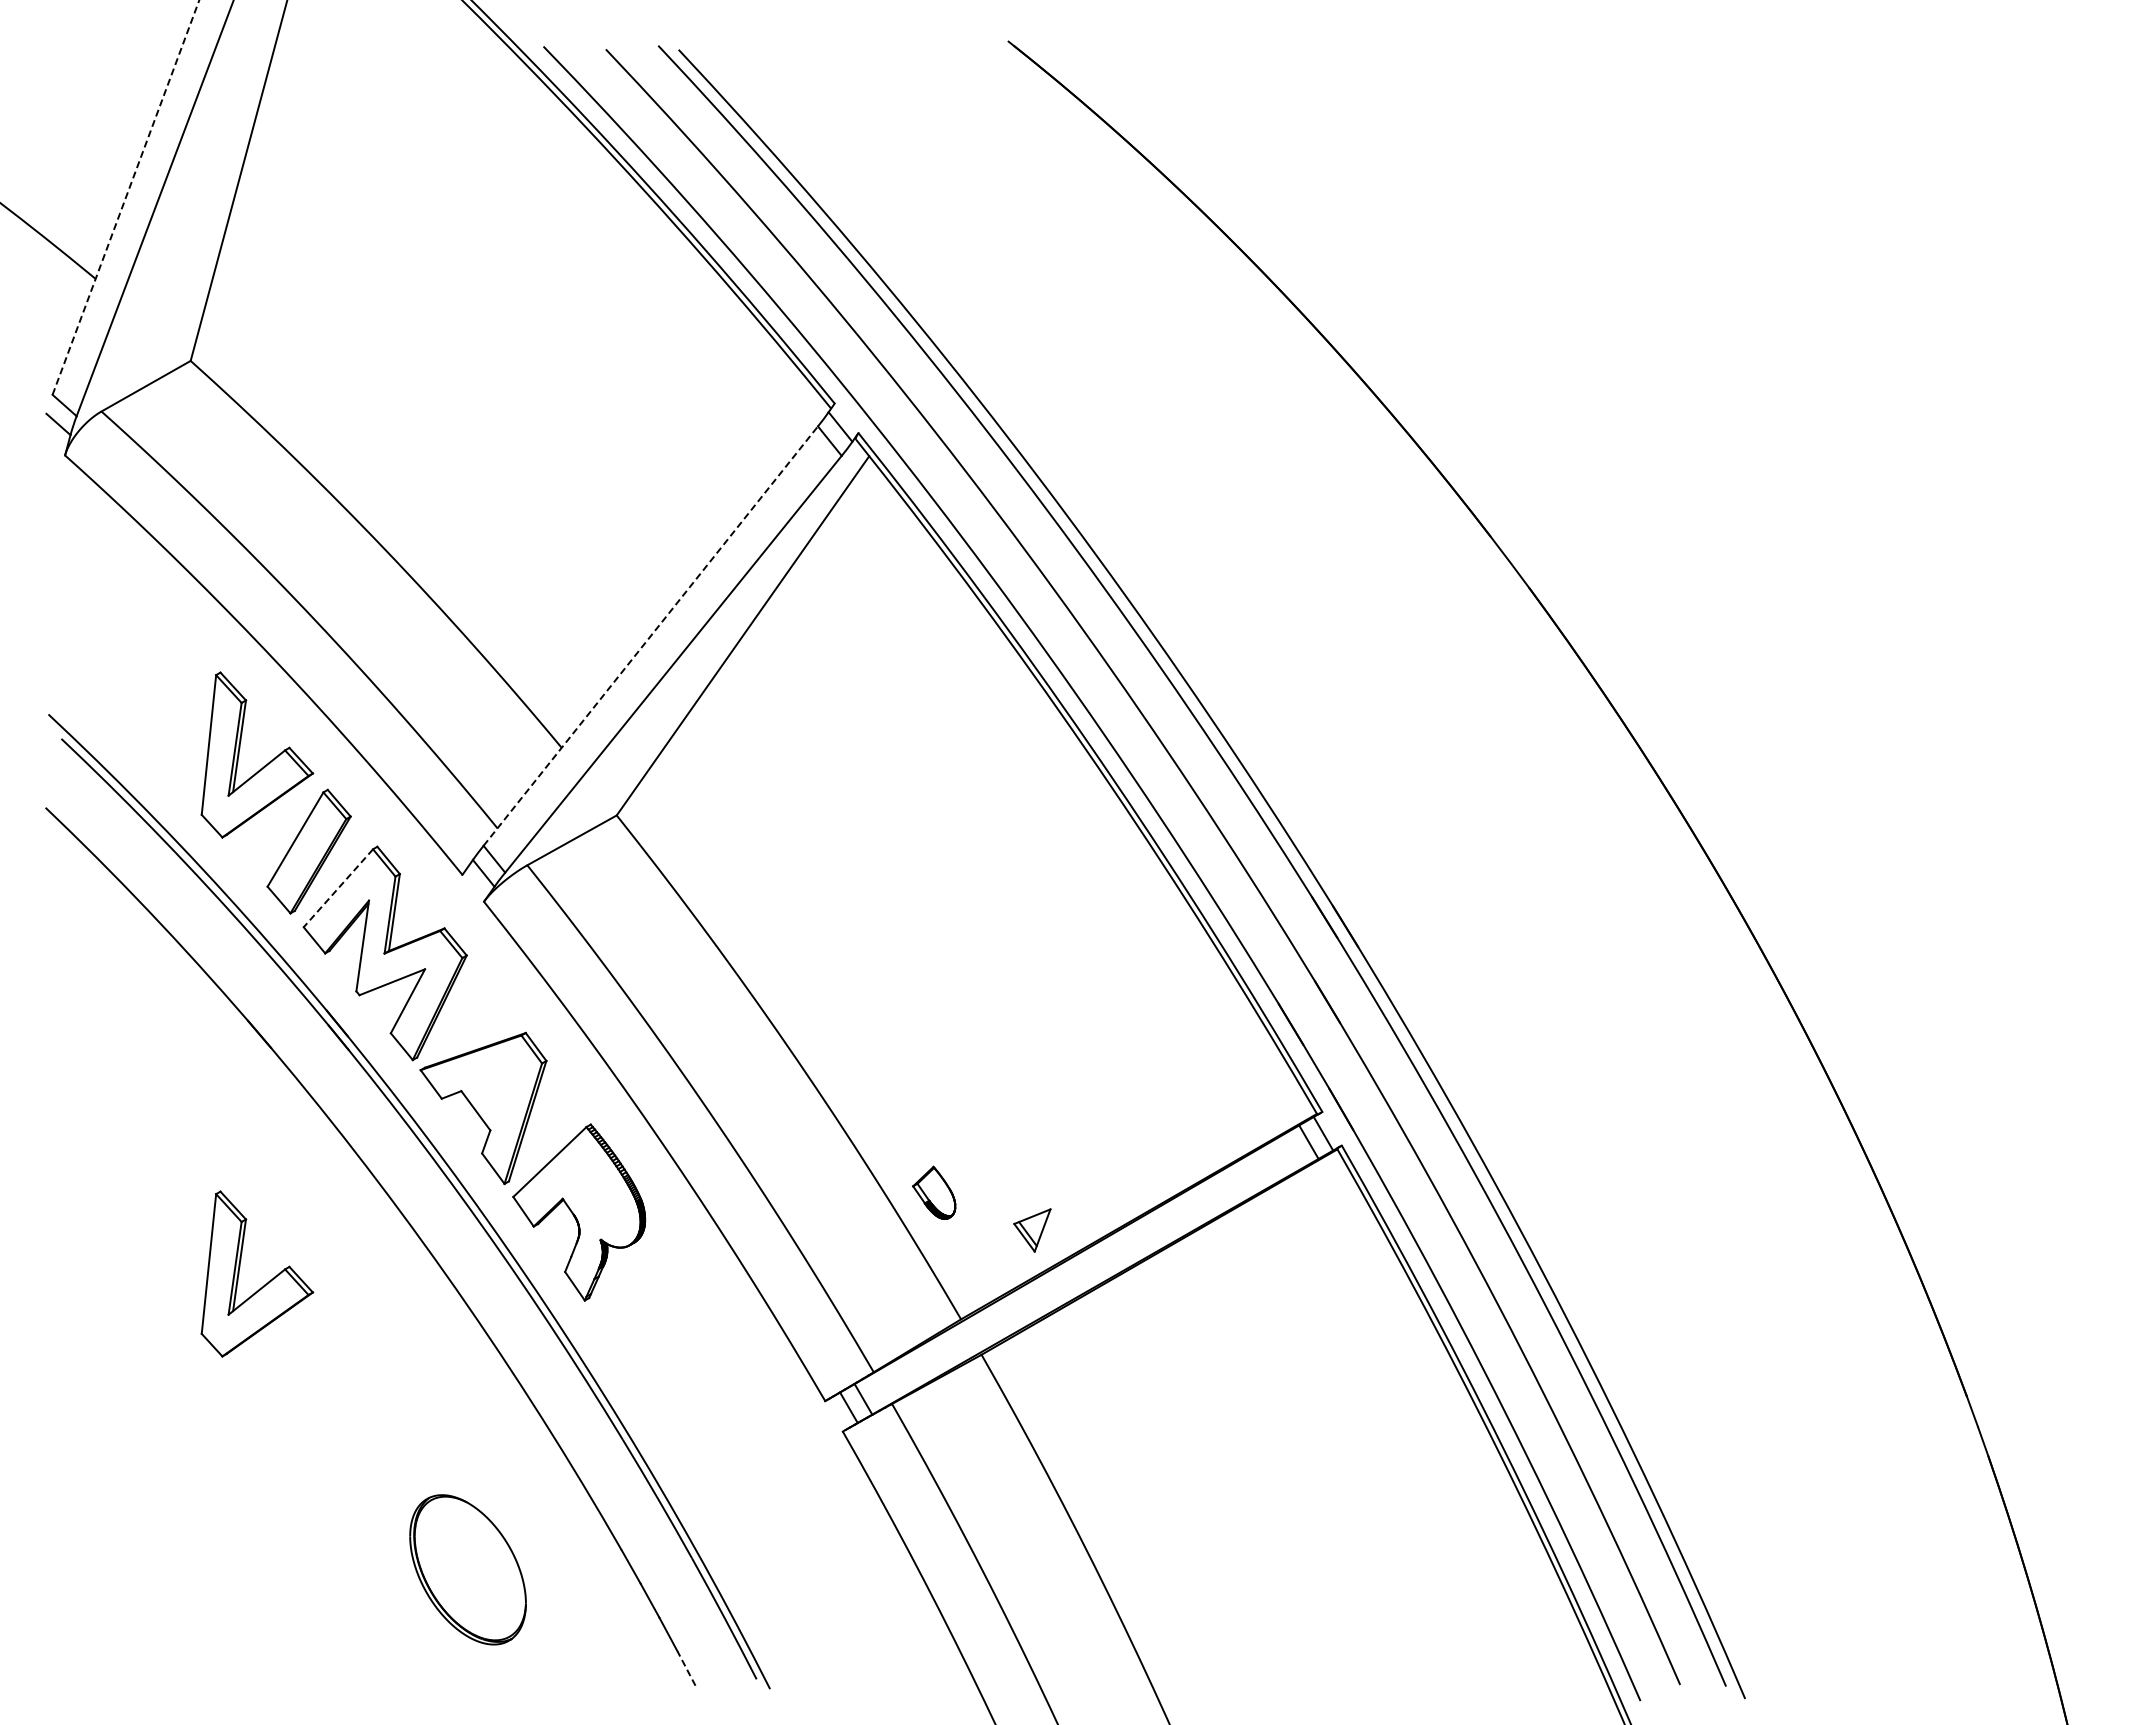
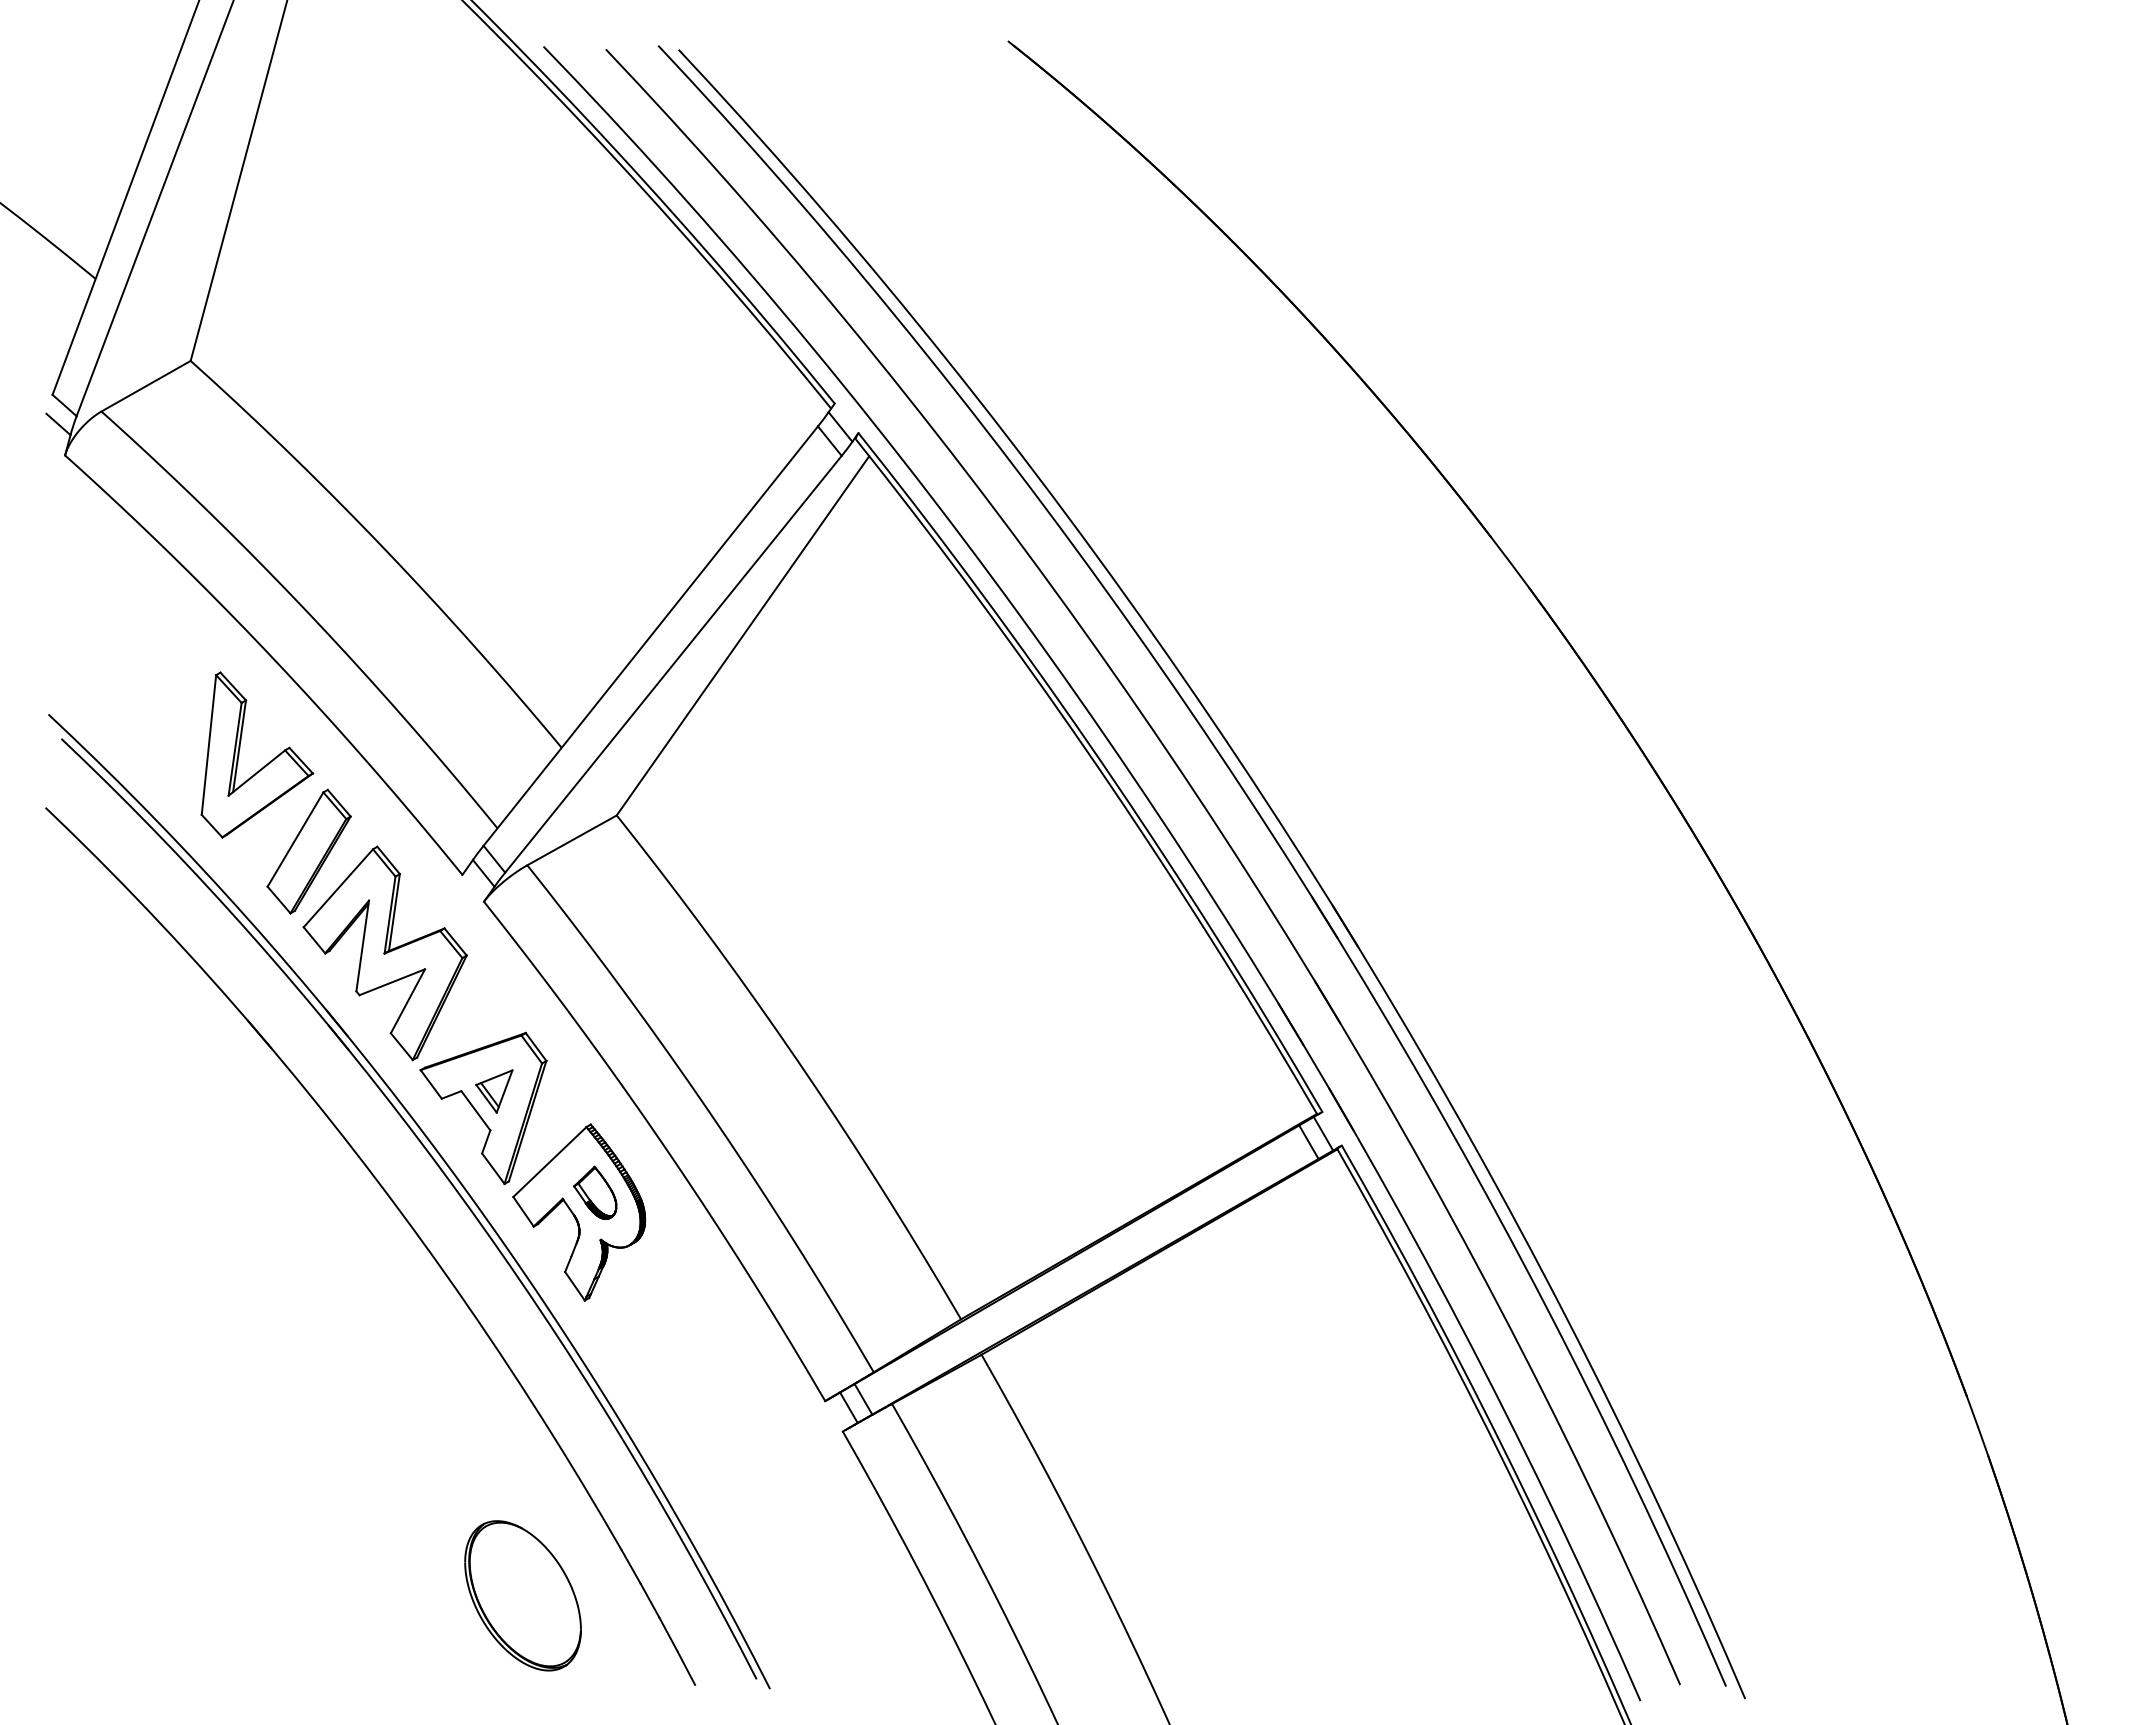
line at (126, 197): dashed -> solid
line at (651, 635): dashed -> solid
line at (338, 888): dashed -> solid
part at (934, 1192) position: (934, 1192) -> (595, 1192)
part at (1032, 1230) position: (1032, 1230) -> (494, 1091)
part at (265, 1283): present -> none
part at (467, 1569) position: (467, 1569) -> (522, 1595)
line at (686, 1668): dashed -> solid
